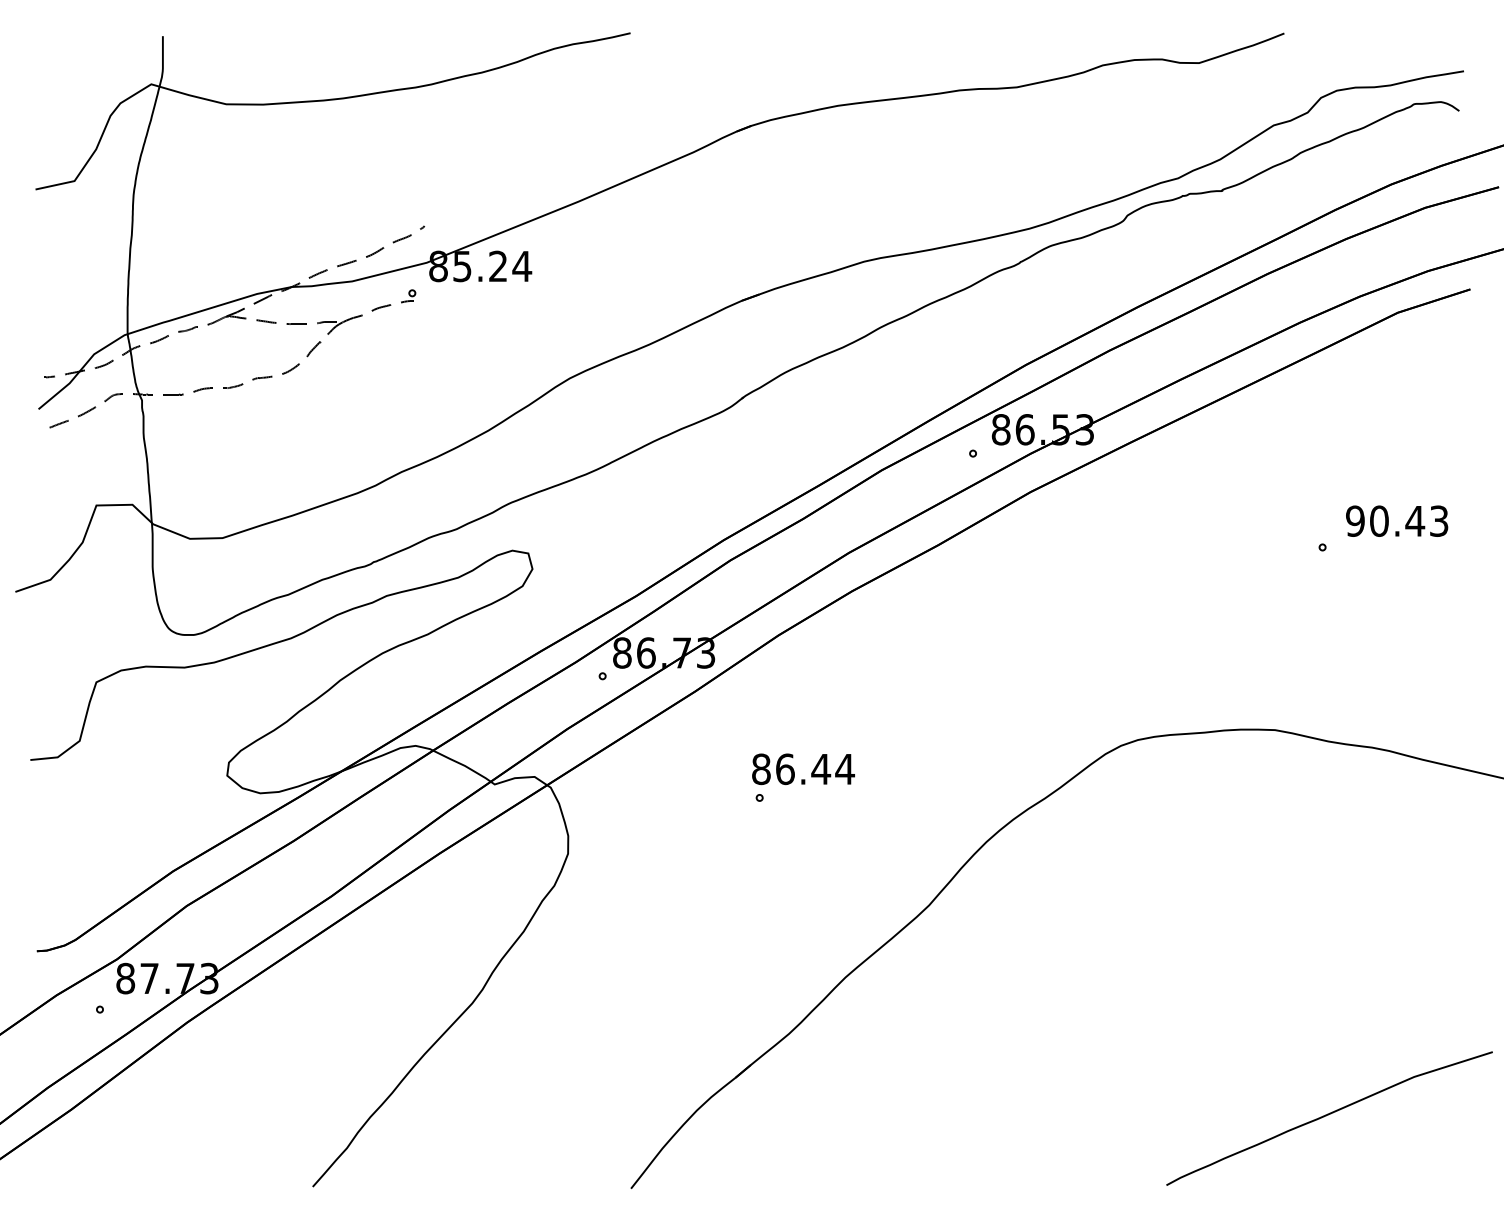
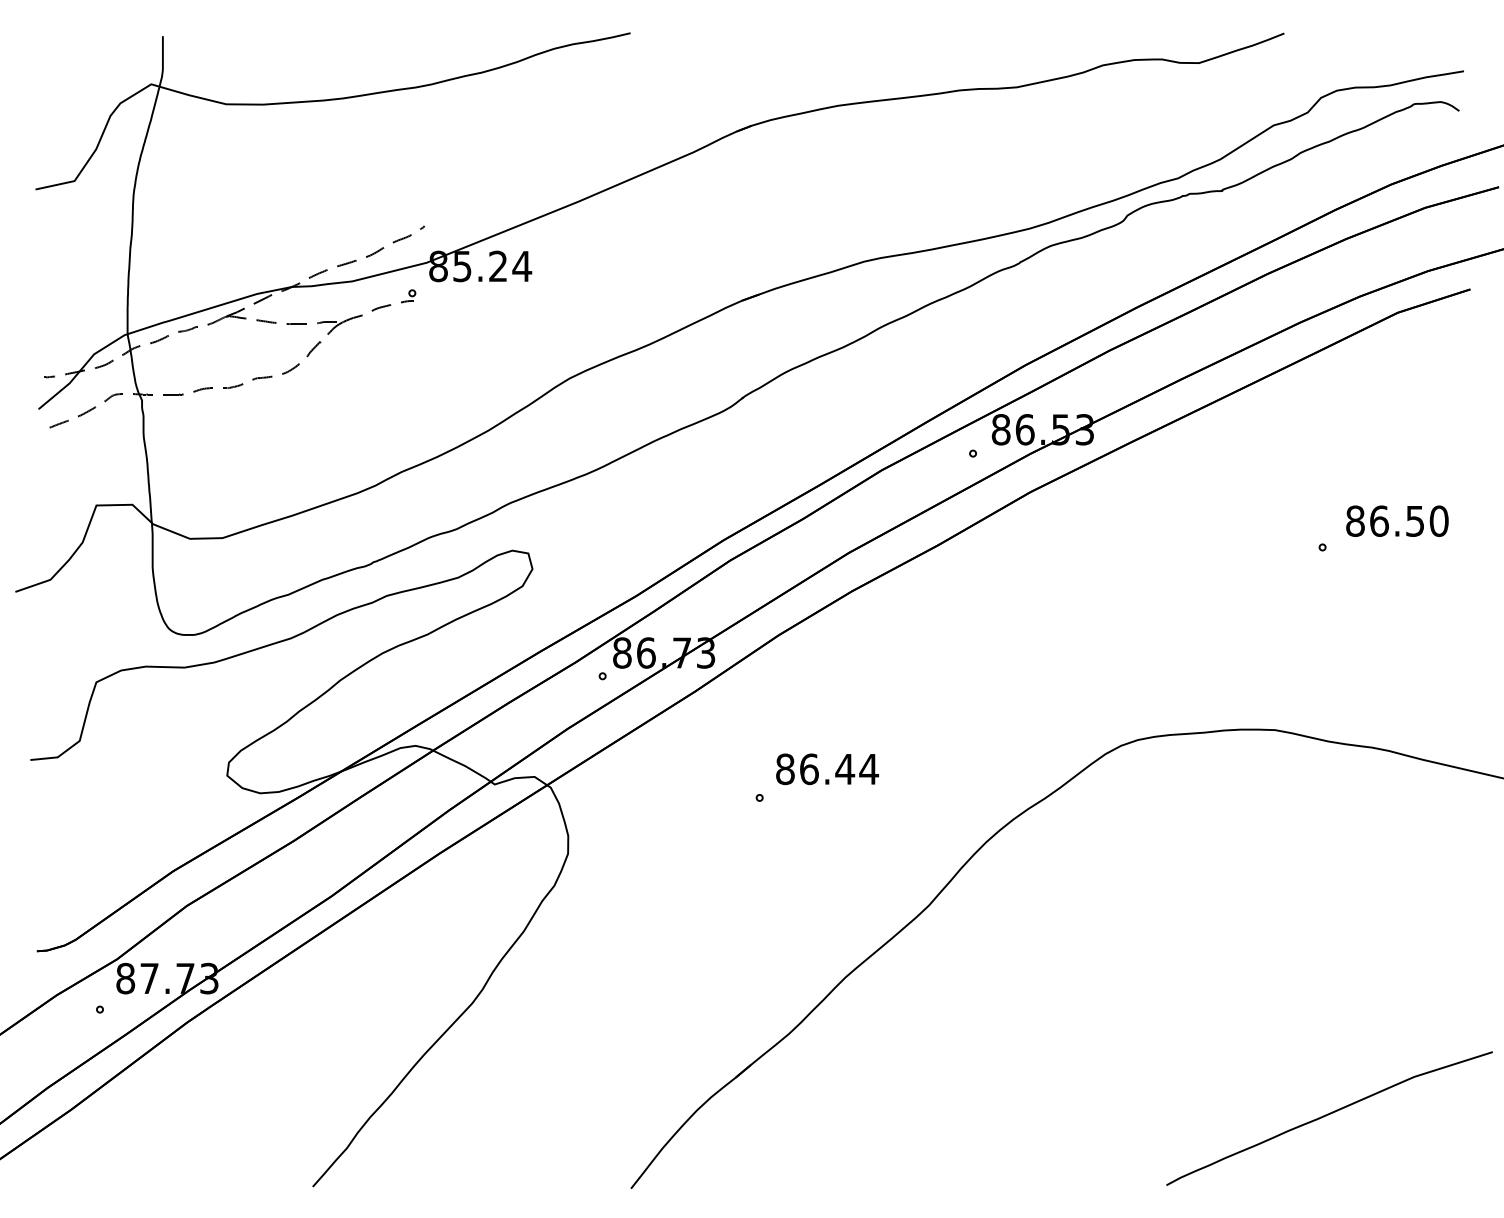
text at (1397, 520): 90.43 -> 86.50
text at (803, 769) position: (803, 769) -> (827, 769)
